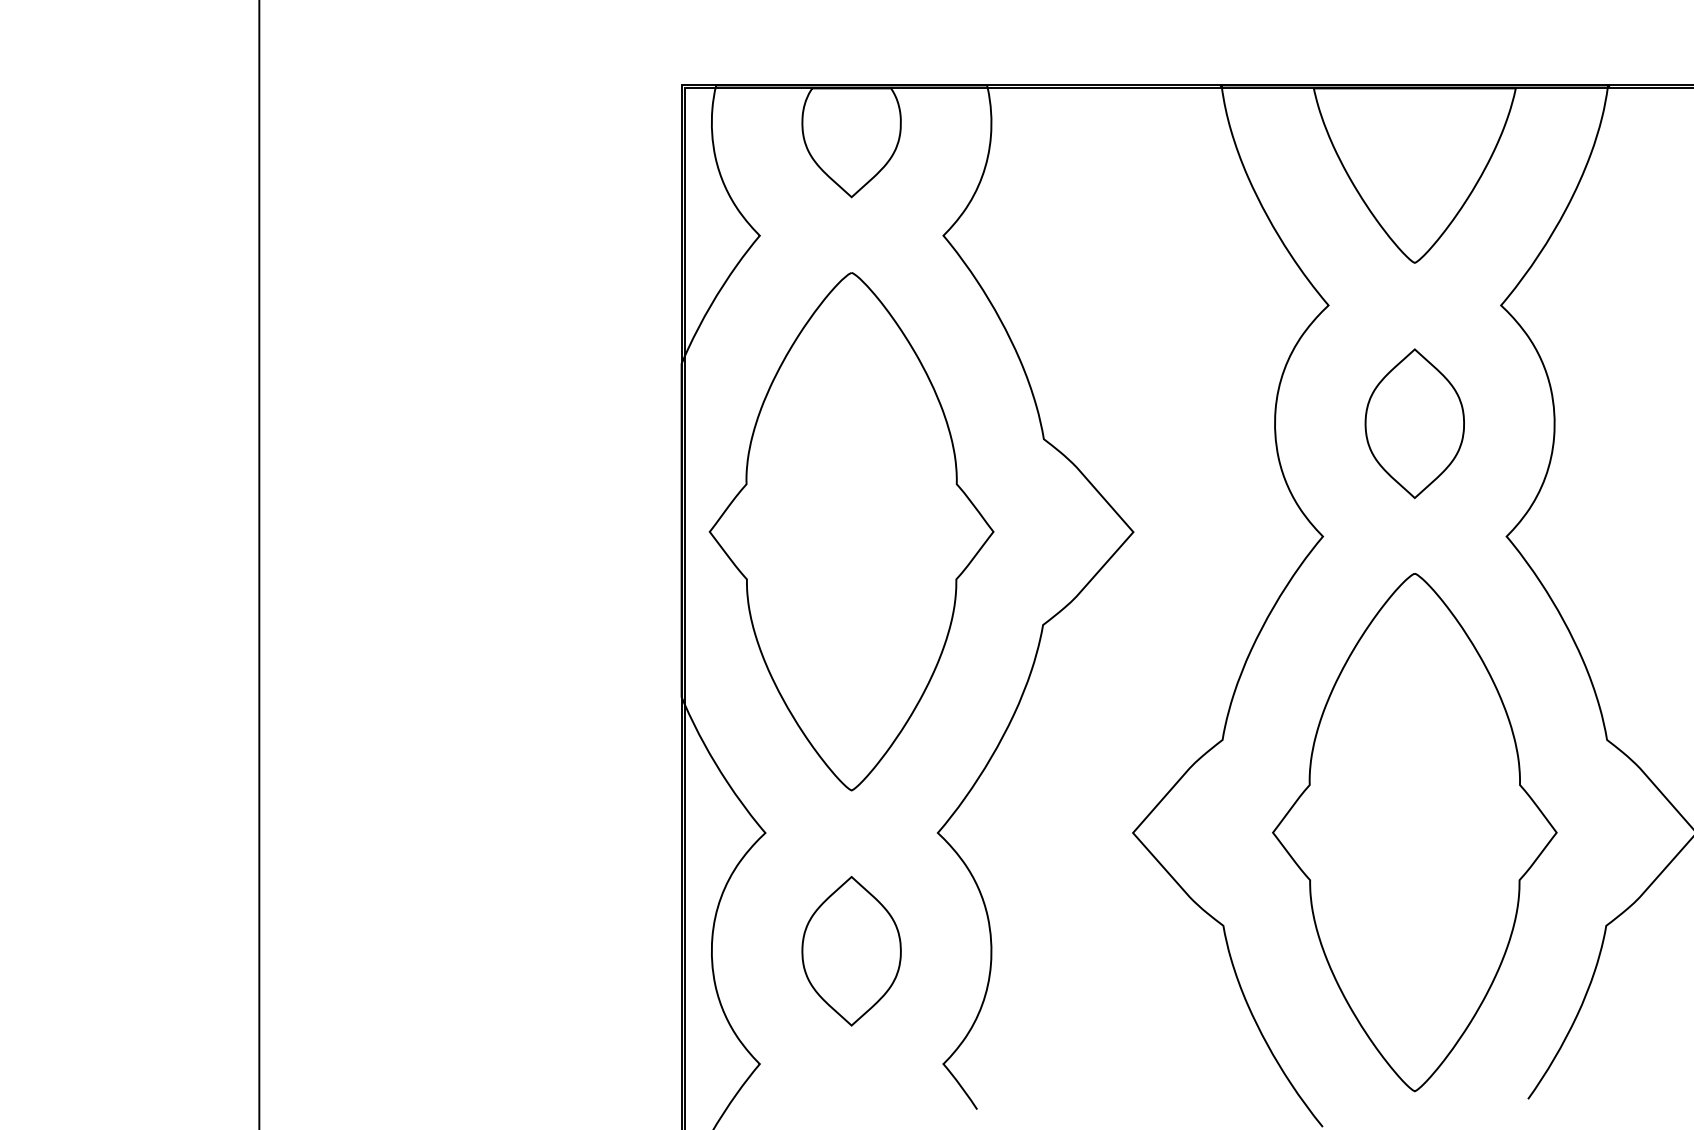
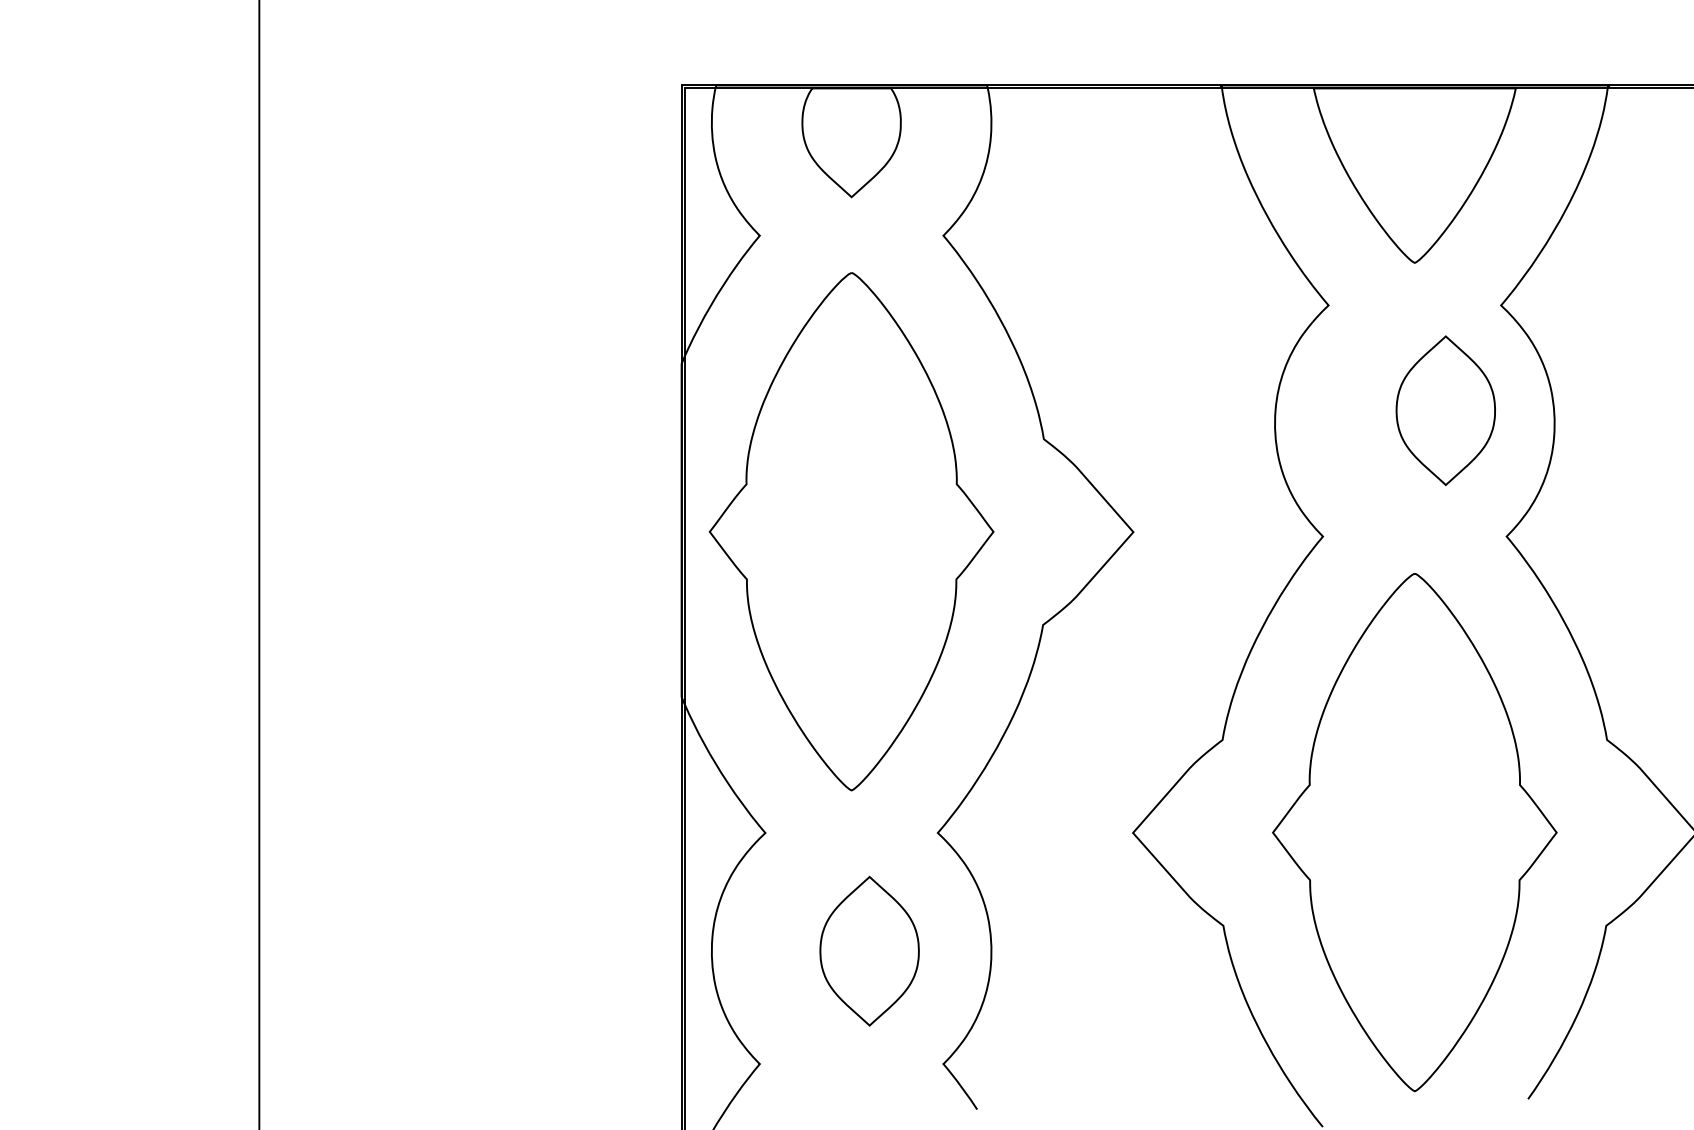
part at (1414, 423) position: (1414, 423) -> (1445, 410)
part at (851, 950) position: (851, 950) -> (869, 950)
